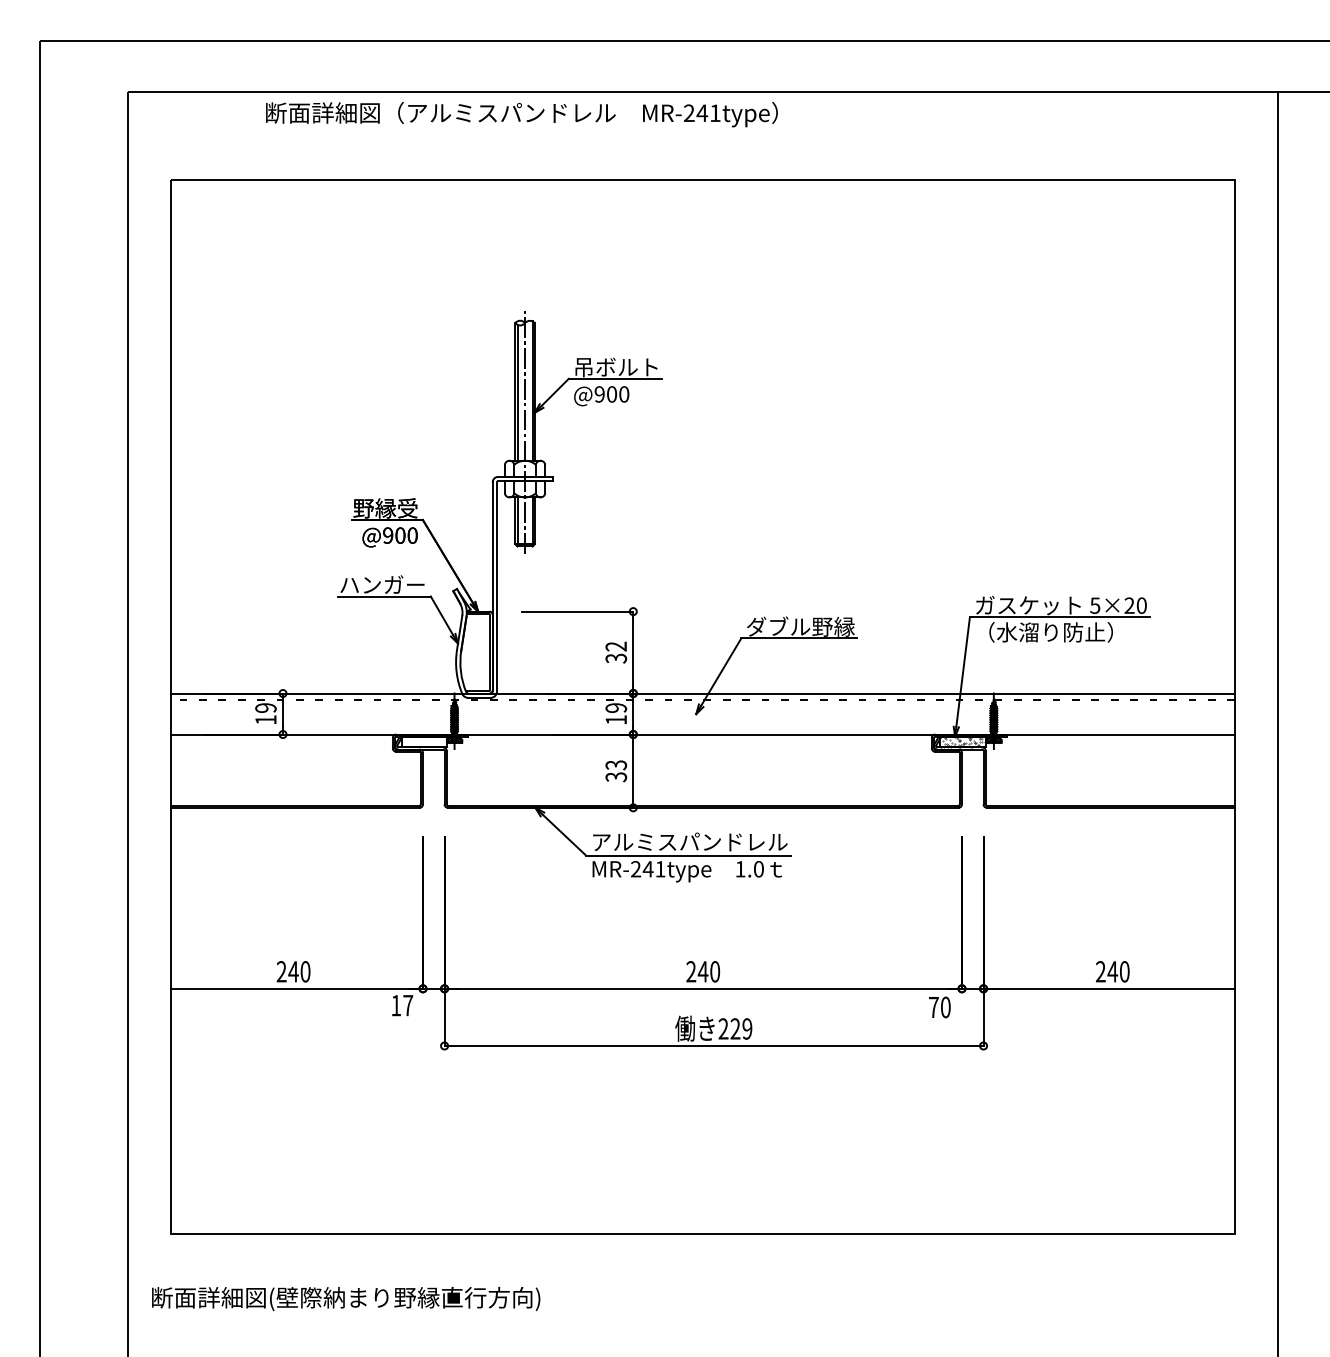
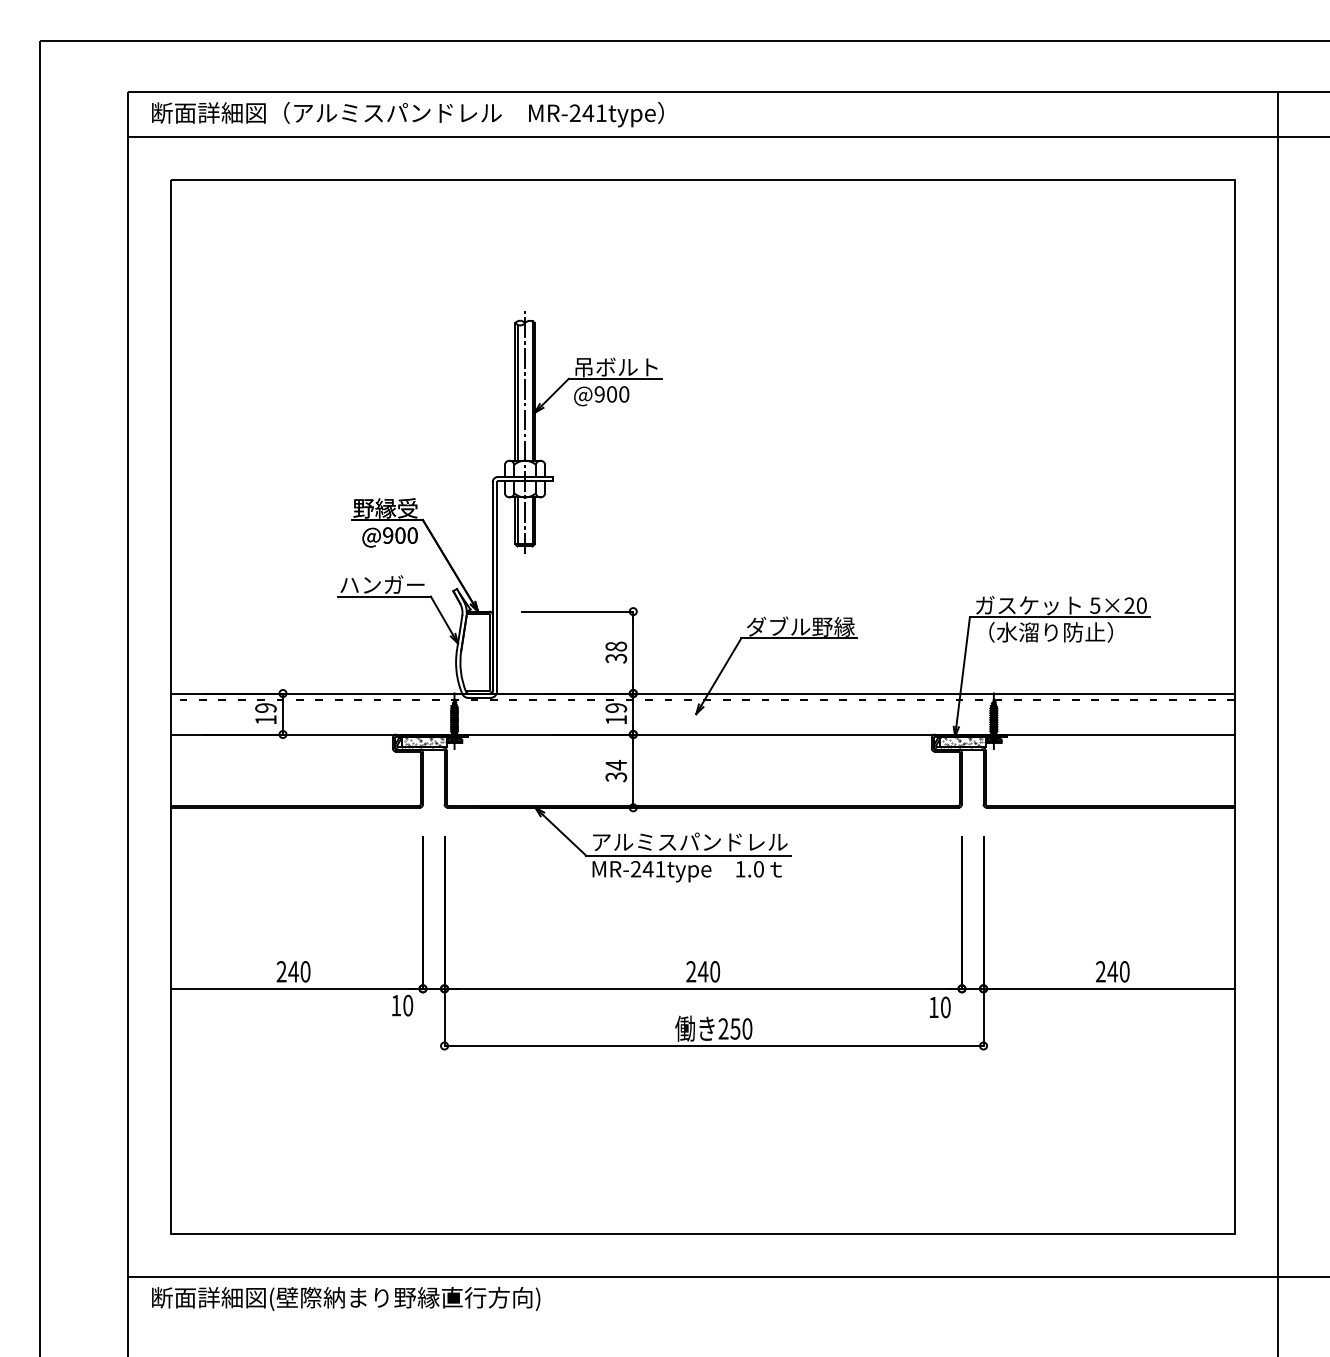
text at (521, 114) position: (521, 114) -> (407, 114)
line at (727, 136): none -> present
text at (616, 646): 32 -> 38
hatch at (423, 741): none -> present
text at (616, 764): 33 -> 34
text at (408, 1005): 17 -> 10
text at (933, 1007): 70 -> 10
text at (741, 1028): 229 -> 250
line at (727, 1277): none -> present
